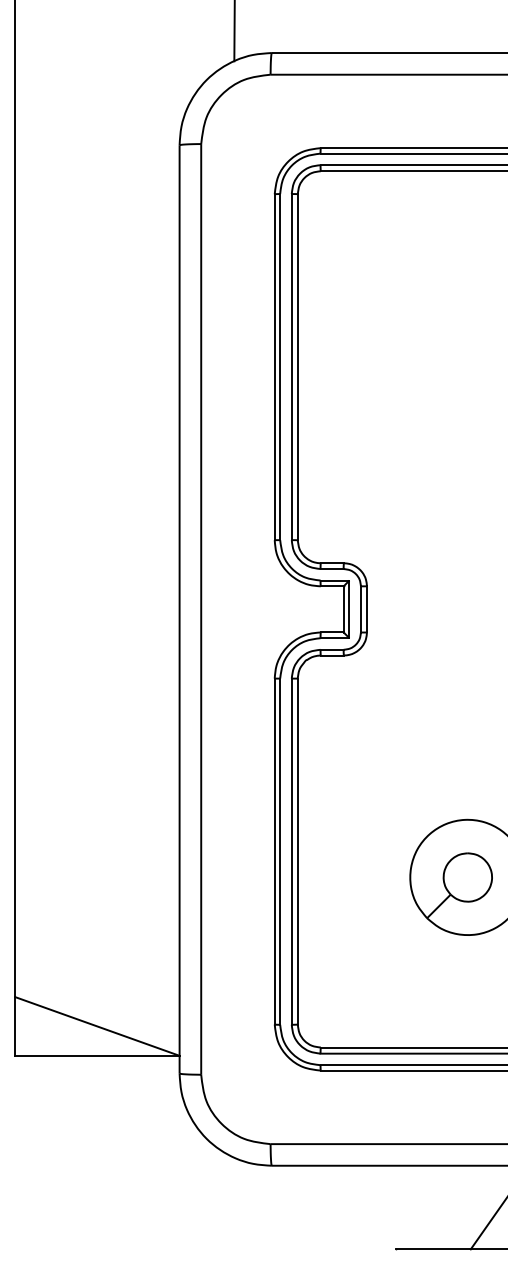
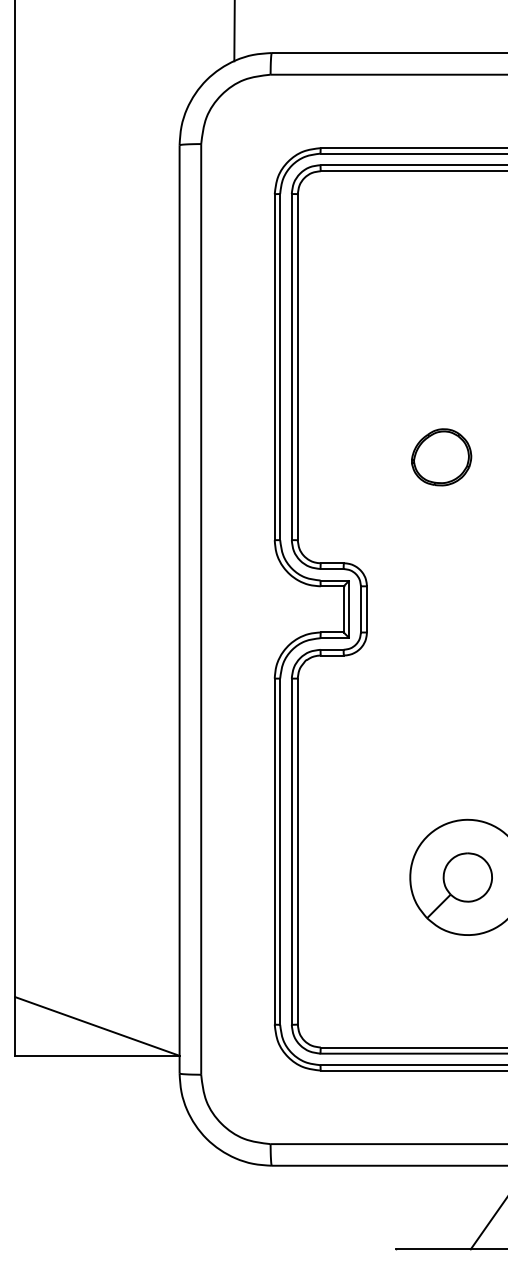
part at (441, 457): none -> present
